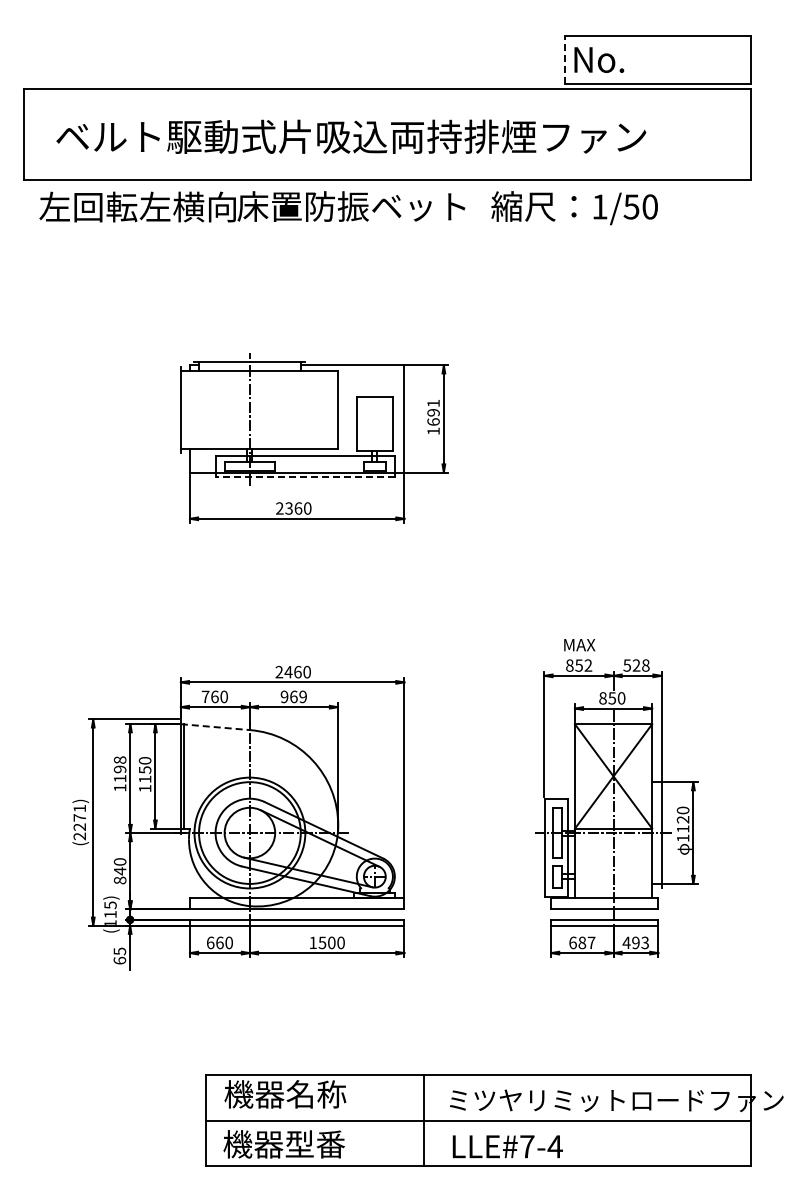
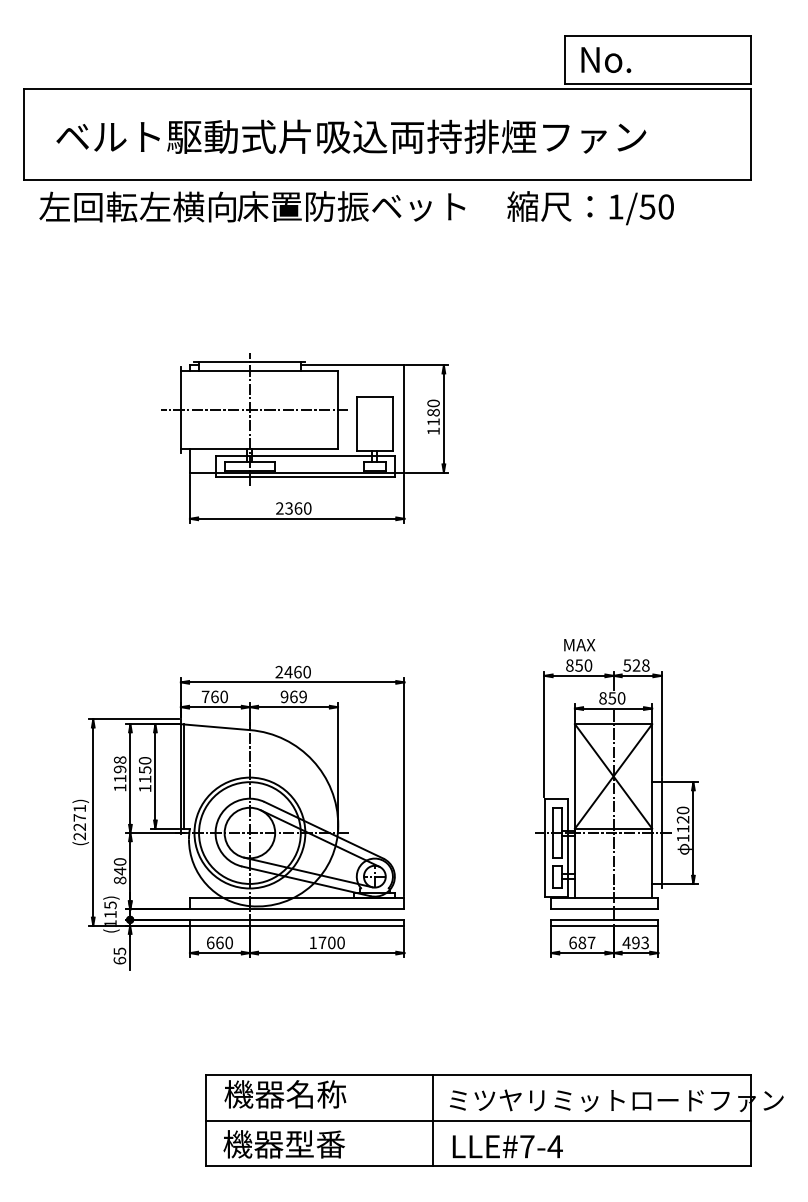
text at (599, 59) position: (599, 59) -> (606, 59)
line at (565, 60): dashed -> solid
text at (574, 208) position: (574, 208) -> (590, 208)
line at (254, 410): none -> present
text at (433, 412): 1691 -> 1180
line at (305, 477): dashed -> solid
text at (588, 665): 852 -> 850
line at (215, 727): dashed -> solid
text at (322, 942): 1500 -> 1700
line at (424, 1120) position: (424, 1120) -> (433, 1120)
